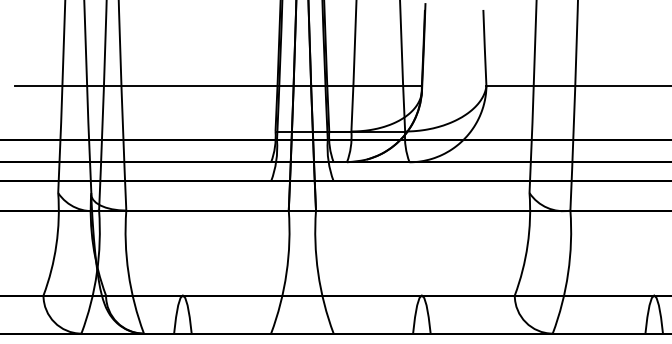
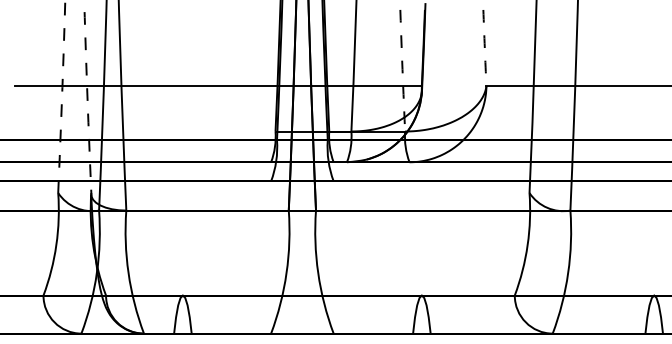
arc at (484, 48): solid -> dashed
arc at (402, 66): solid -> dashed
arc at (62, 96): solid -> dashed
arc at (87, 97): solid -> dashed
